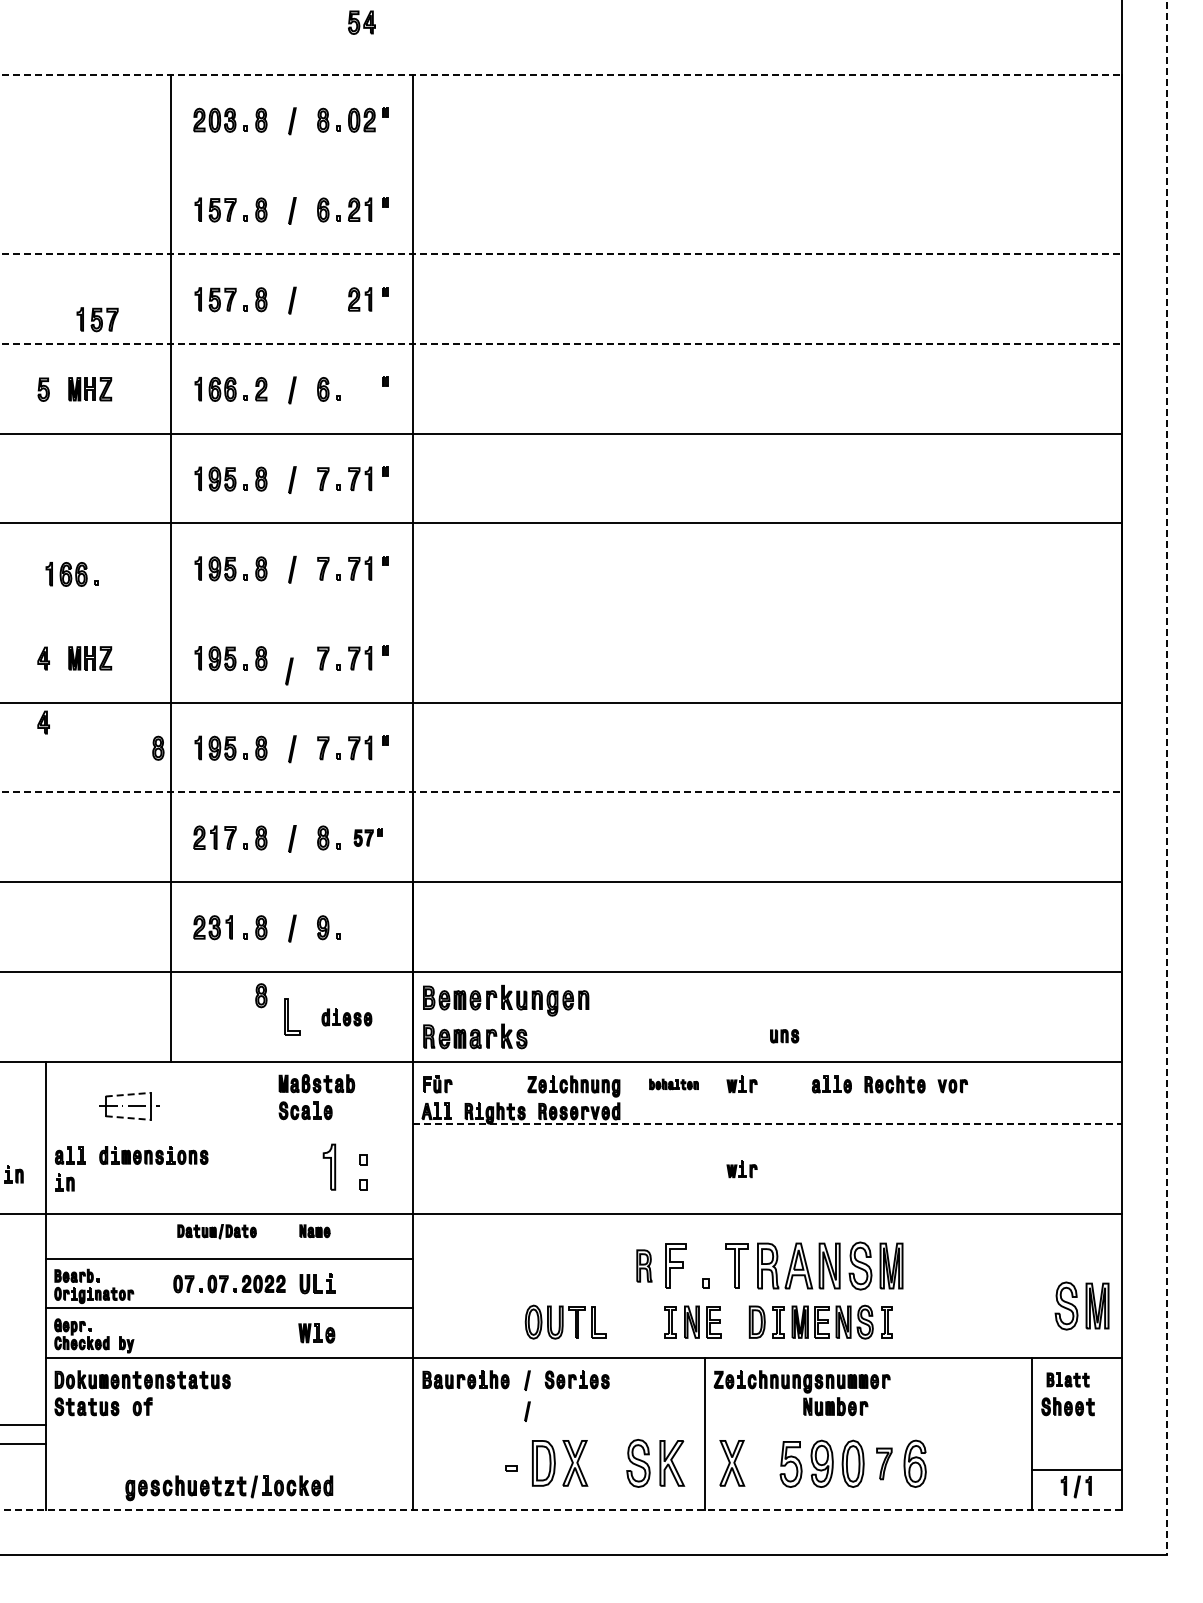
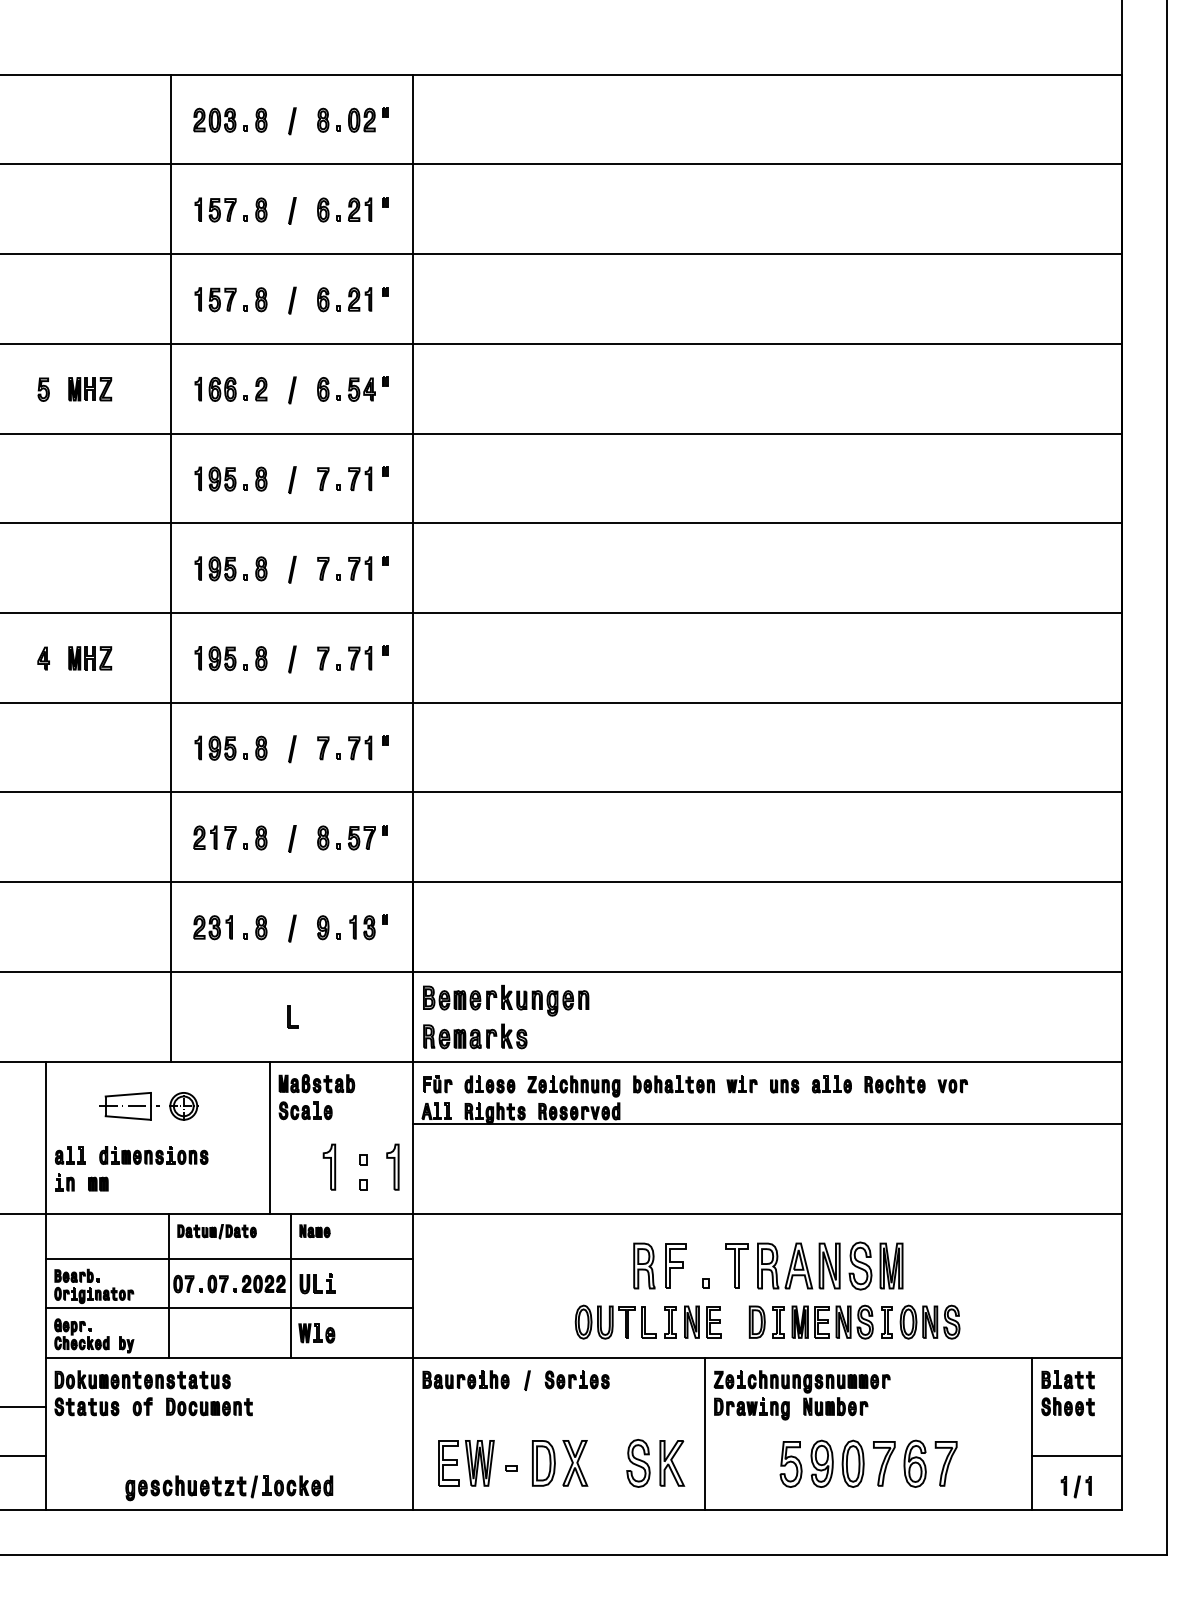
part at (361, 22) position: (361, 22) -> (361, 389)
line at (561, 74): dashed -> solid
line at (562, 164): none -> present
line at (561, 254): dashed -> solid
part at (328, 299): none -> present
part at (97, 319): present -> none
line at (561, 343): dashed -> solid
part at (71, 574): present -> none
line at (562, 612): none -> present
line at (289, 671) position: (289, 671) -> (292, 659)
part at (43, 722): present -> none
part at (158, 747): present -> none
line at (1166, 778): dashed -> solid
line at (561, 792): dashed -> solid
part at (367, 837) size: 30x19 px -> 40x26 px
part at (368, 927): none -> present
part at (261, 995): present -> none
part at (292, 1016) size: 17x38 px -> 12x24 px
part at (346, 1017) position: (346, 1017) -> (489, 1084)
part at (784, 1036) position: (784, 1036) -> (784, 1086)
part at (673, 1084) size: 50x13 px -> 82x19 px
line at (128, 1094): dashed -> solid
part at (183, 1106): none -> present
line at (128, 1118): dashed -> solid
line at (768, 1124): dashed -> solid
line at (269, 1137): none -> present
part at (392, 1166): none -> present
part at (741, 1169): present -> none
part at (13, 1174): present -> none
part at (98, 1183): none -> present
part at (644, 1265) size: 17x34 px -> 23x48 px
line at (168, 1285): none -> present
line at (290, 1285): none -> present
part at (1081, 1305): present -> none
part at (565, 1321) position: (565, 1321) -> (615, 1321)
part at (929, 1321): none -> present
part at (1067, 1379) size: 44x16 px -> 54x20 px
part at (209, 1406): none -> present
part at (751, 1408): none -> present
line at (527, 1411): present -> none
line at (23, 1424) position: (23, 1424) -> (23, 1406)
line at (23, 1444) position: (23, 1444) -> (23, 1456)
part at (466, 1463): none -> present
part at (732, 1463): present -> none
part at (884, 1463) size: 17x34 px -> 23x46 px
part at (945, 1463): none -> present
line at (1077, 1470) position: (1077, 1470) -> (1077, 1456)
line at (561, 1510): dashed -> solid
